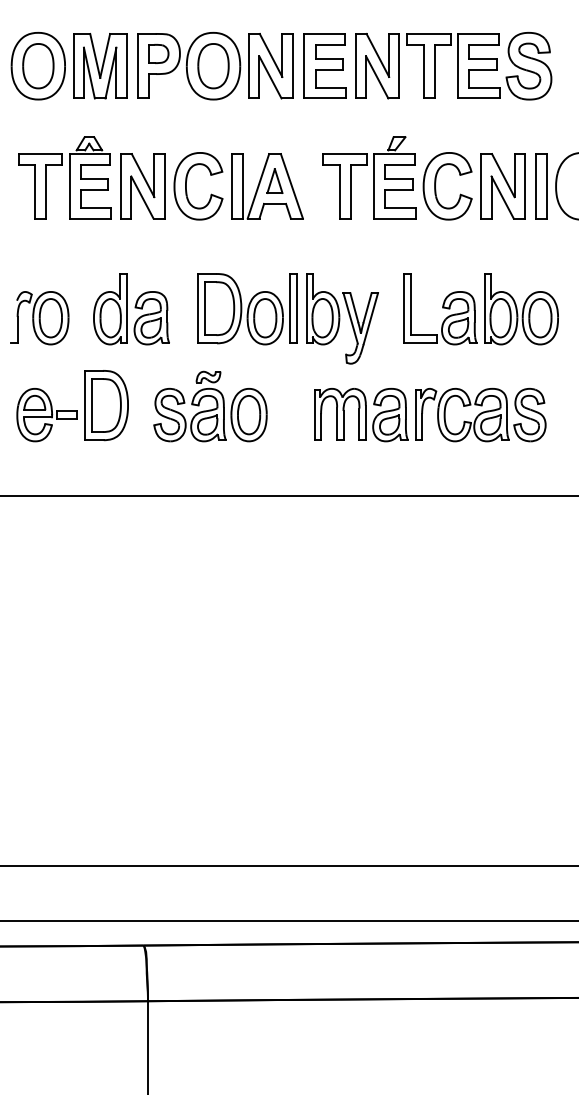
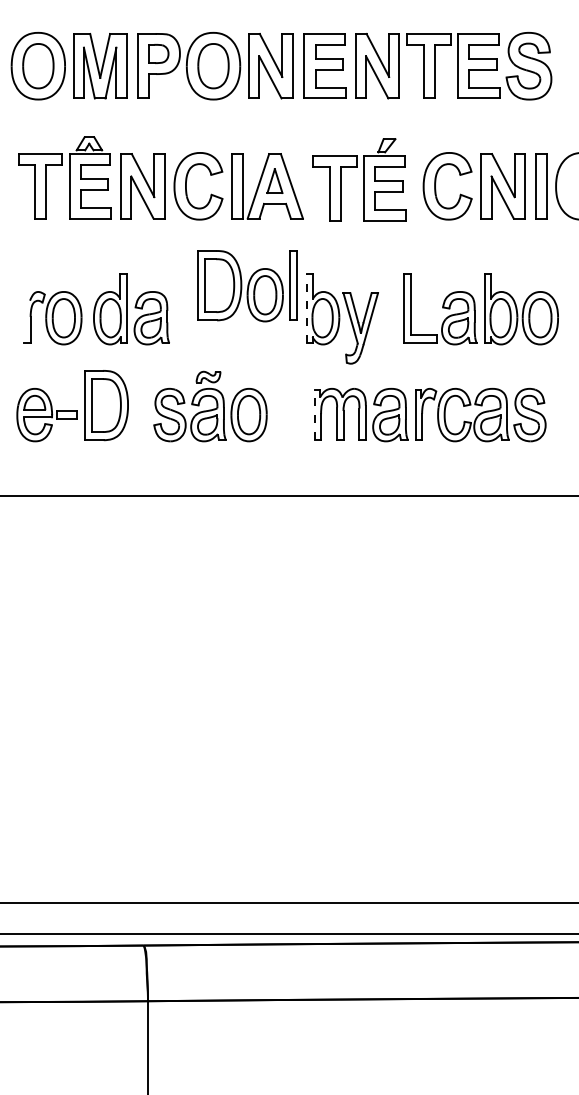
part at (369, 177) position: (369, 177) -> (359, 179)
line at (306, 308): solid -> dashed
part at (247, 309) position: (247, 309) -> (247, 286)
part at (39, 318) position: (39, 318) -> (52, 318)
line at (314, 414): solid -> dashed
line at (288, 865) position: (288, 865) -> (288, 902)
line at (288, 921) position: (288, 921) -> (288, 934)
